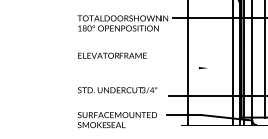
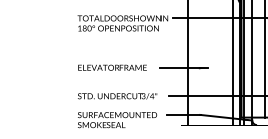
text at (112, 55) position: (112, 55) -> (112, 67)
line at (184, 68): none -> present
text at (117, 90) position: (117, 90) -> (117, 96)
